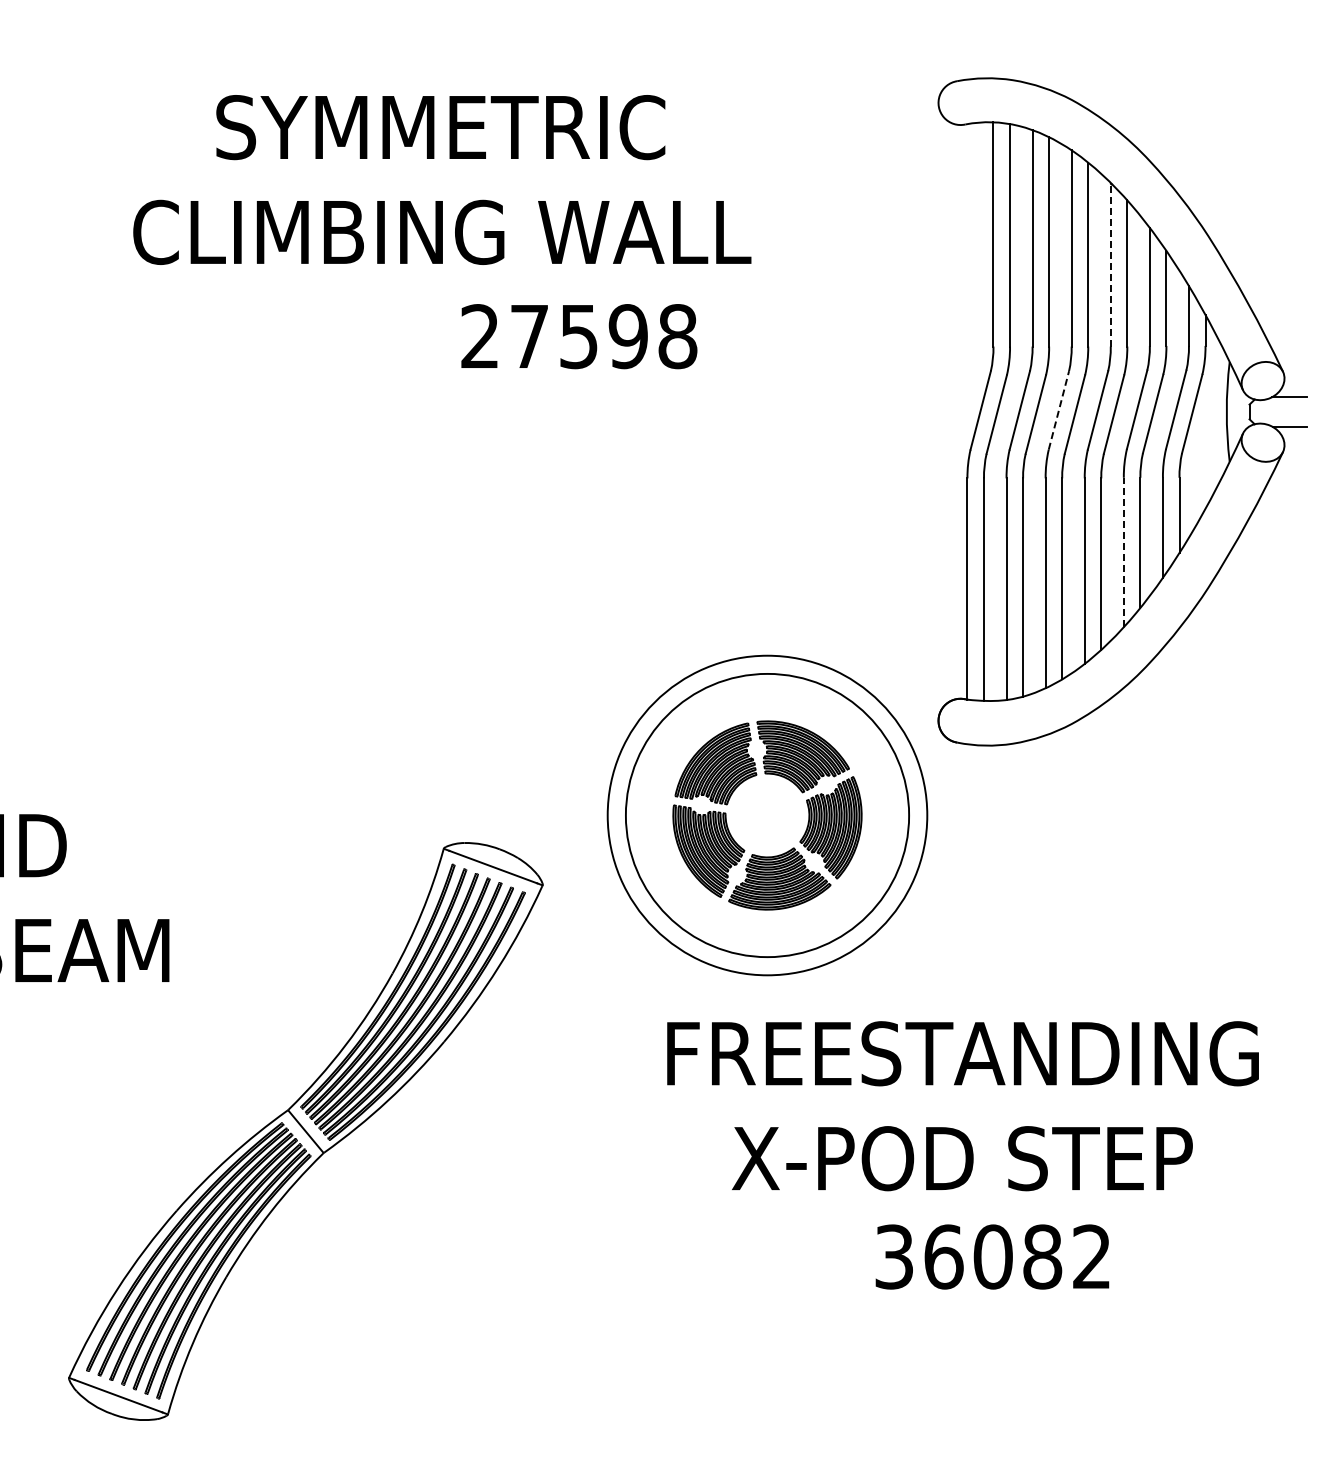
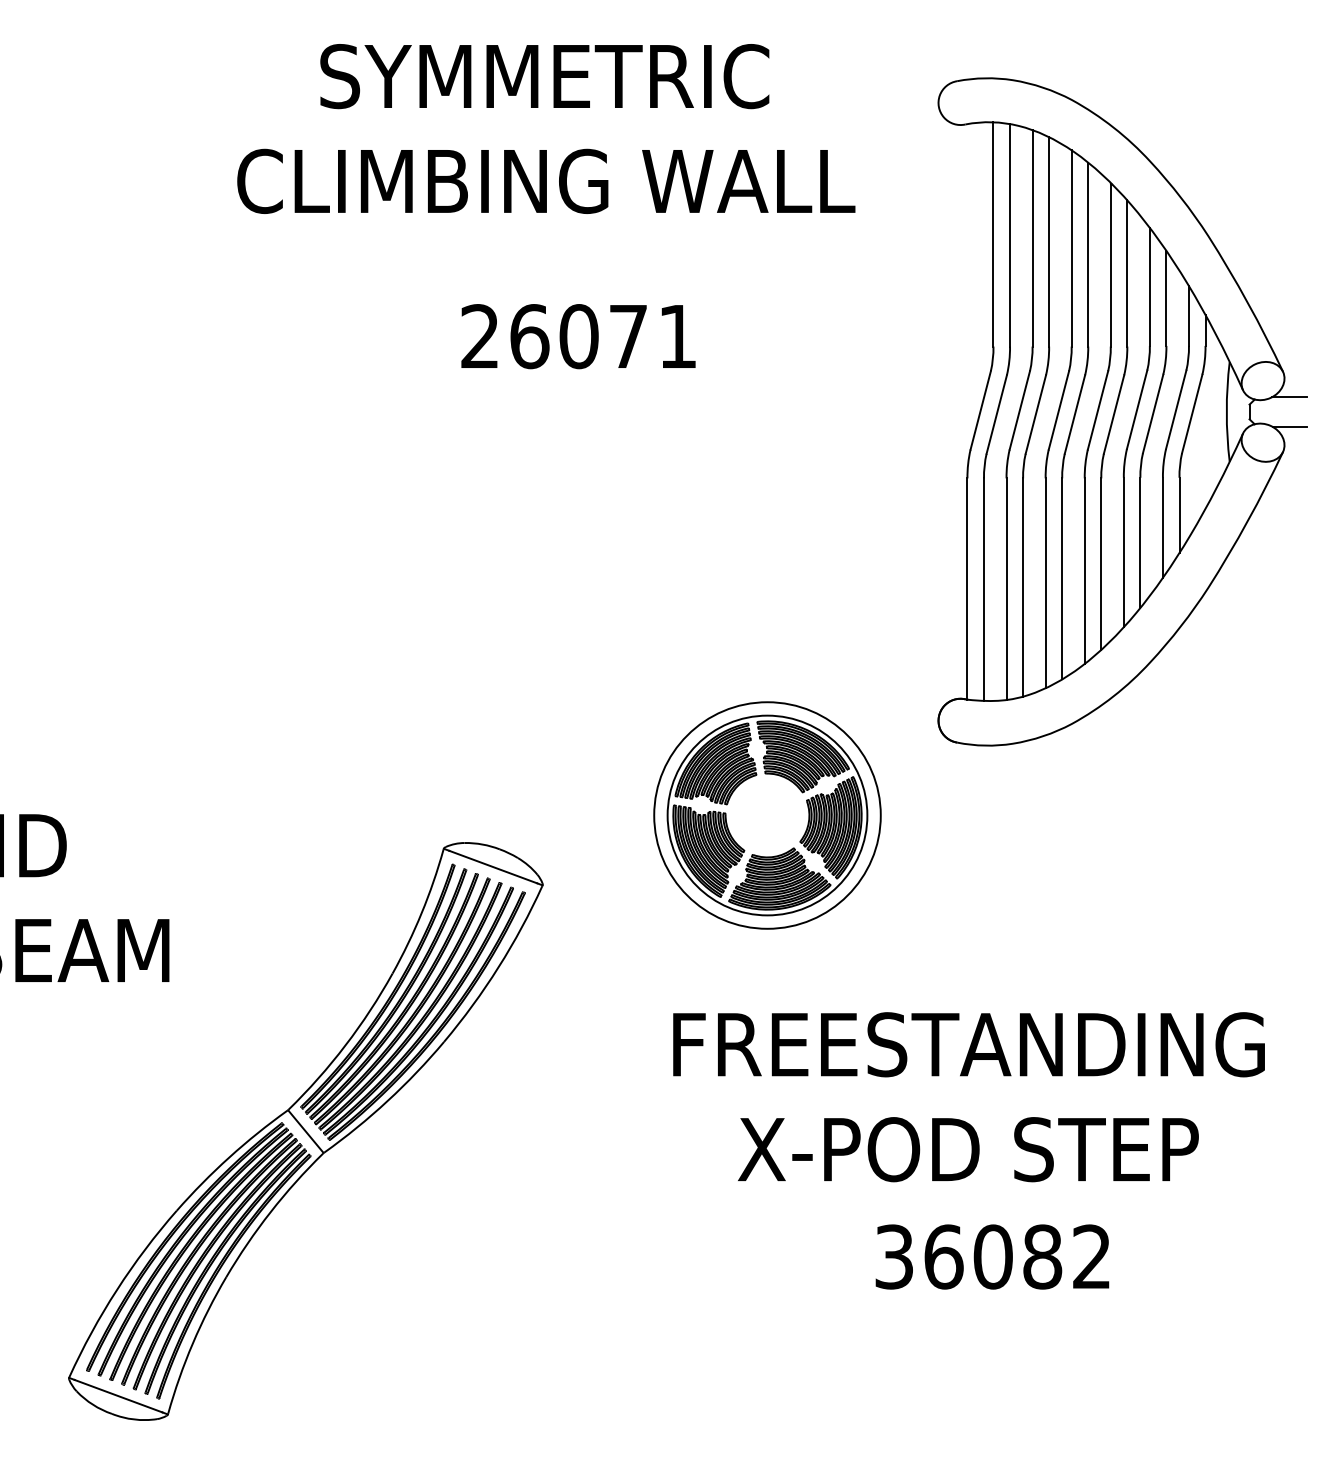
text at (442, 179) position: (442, 179) -> (546, 128)
line at (1110, 265): dashed -> solid
text at (603, 336): 27598 -> 26071
line at (1058, 410): dashed -> solid
line at (1123, 552): dashed -> solid
circle at (767, 815) diameter: 283 px -> 227 px
circle at (767, 815) diameter: 320 px -> 200 px
text at (962, 1106) position: (962, 1106) -> (968, 1097)
